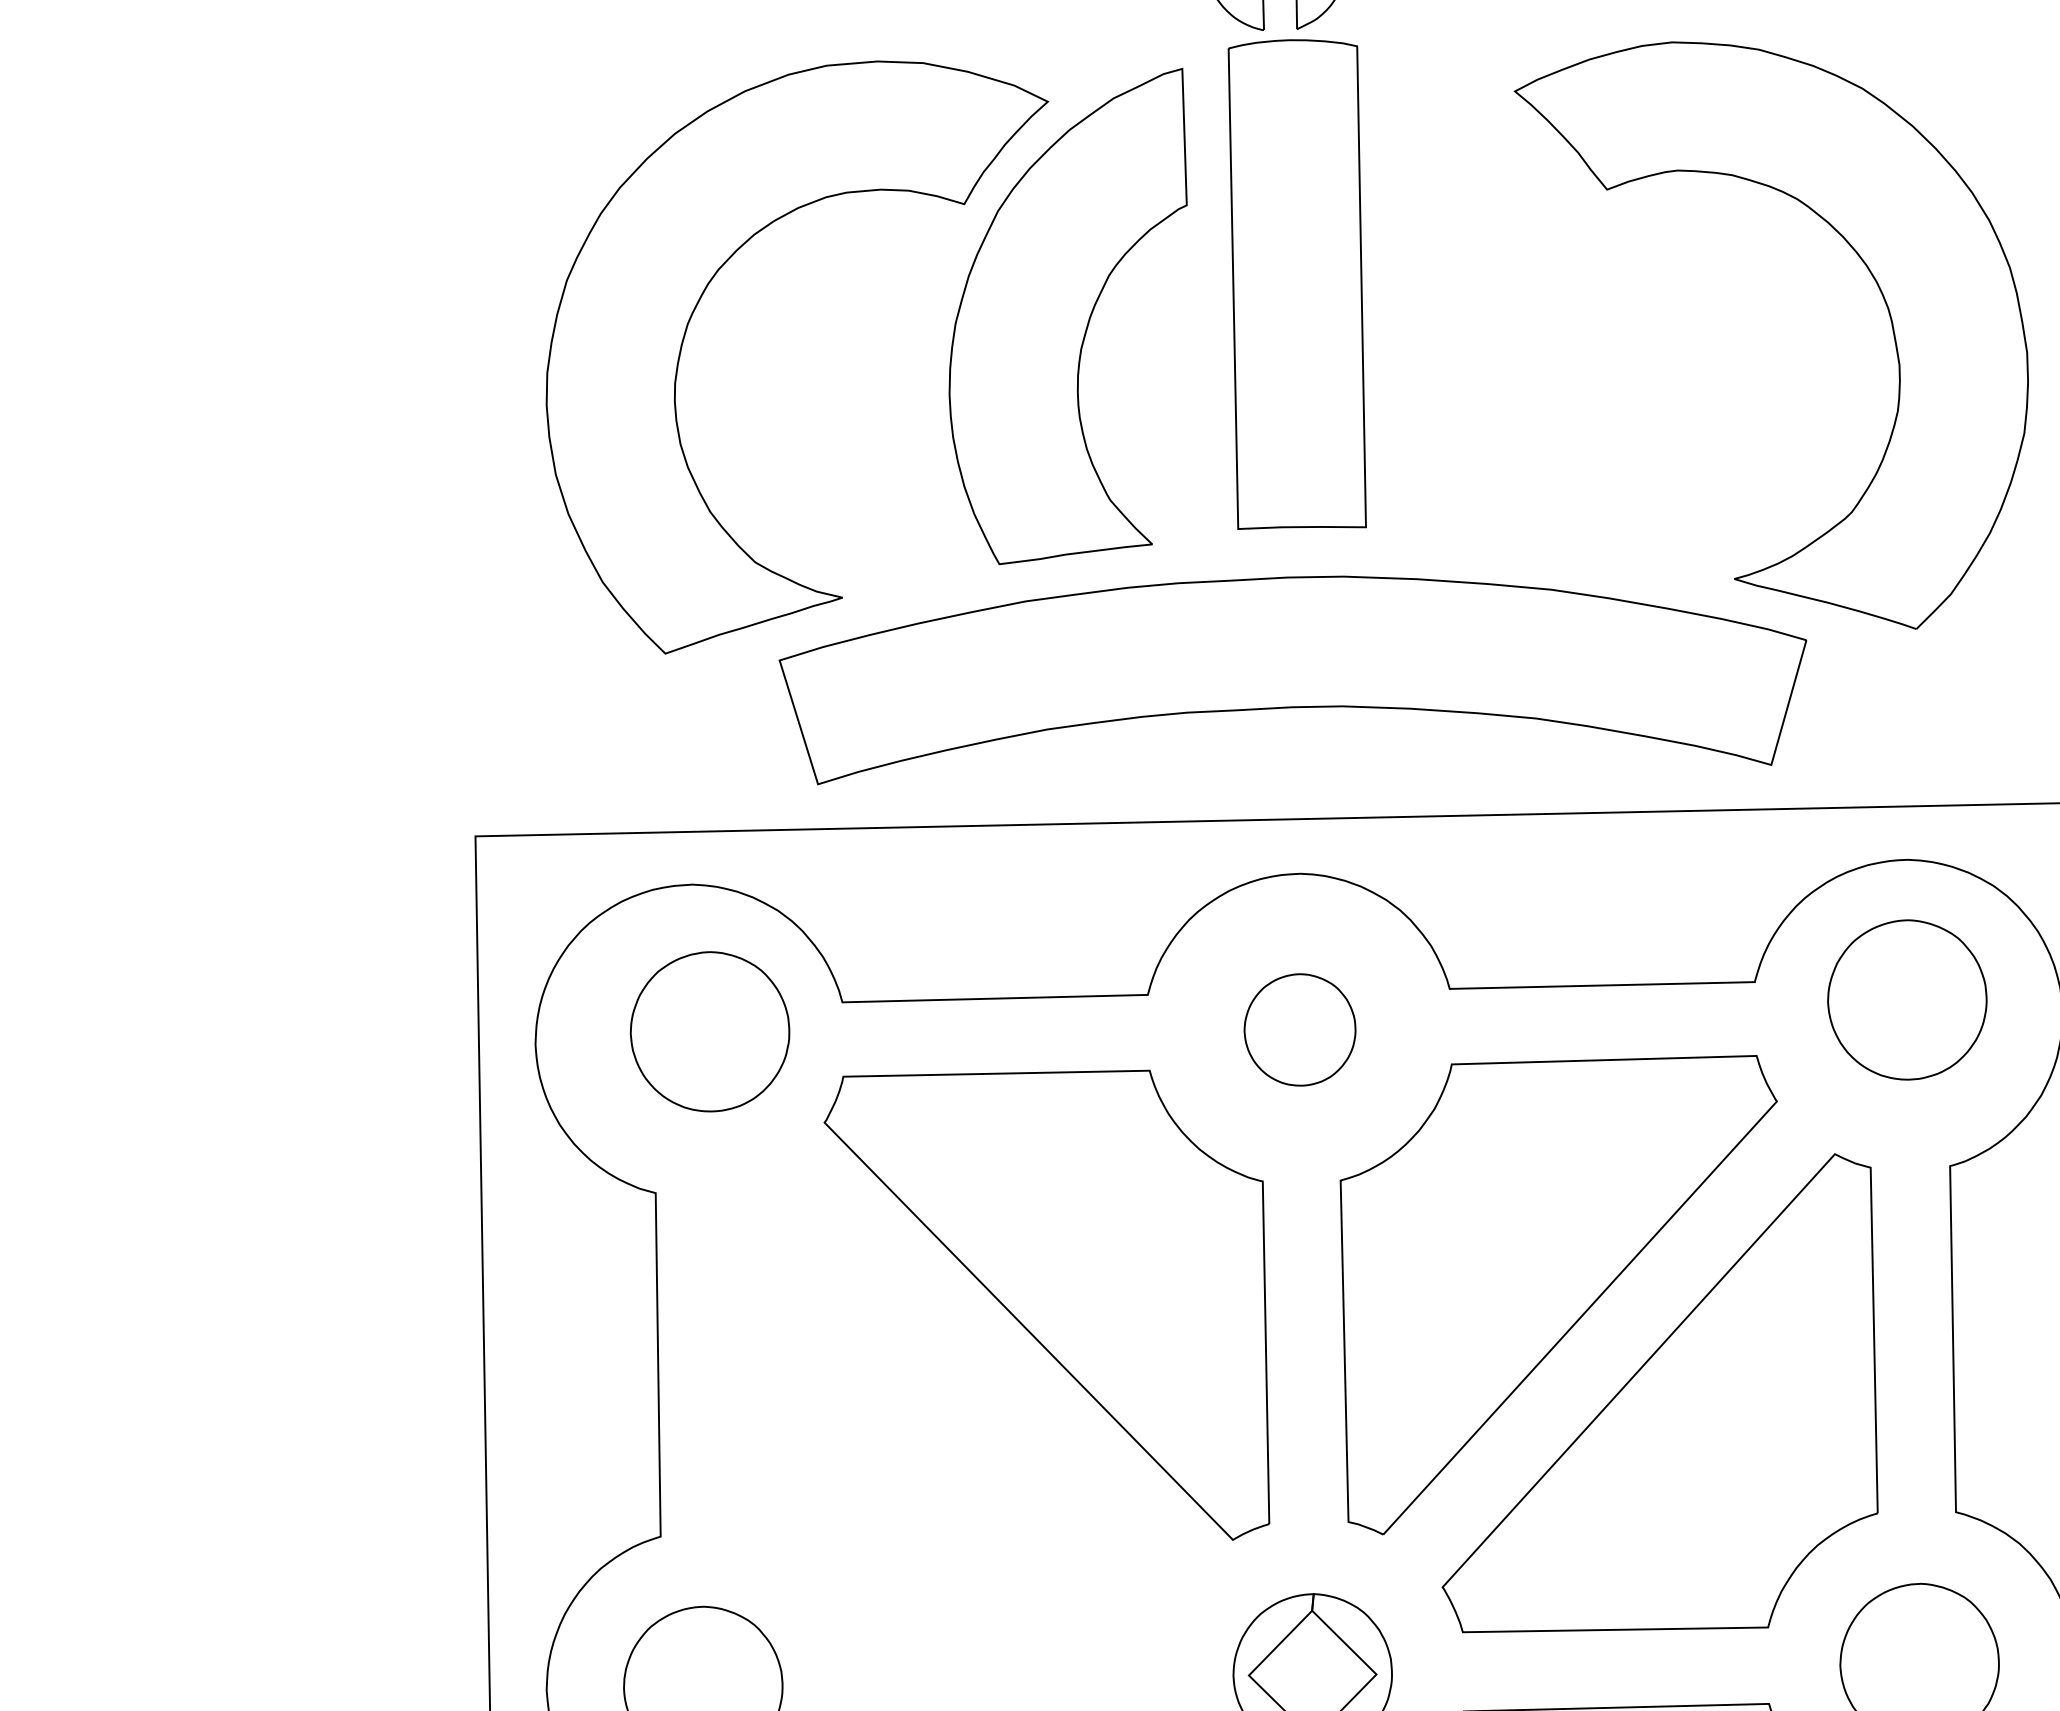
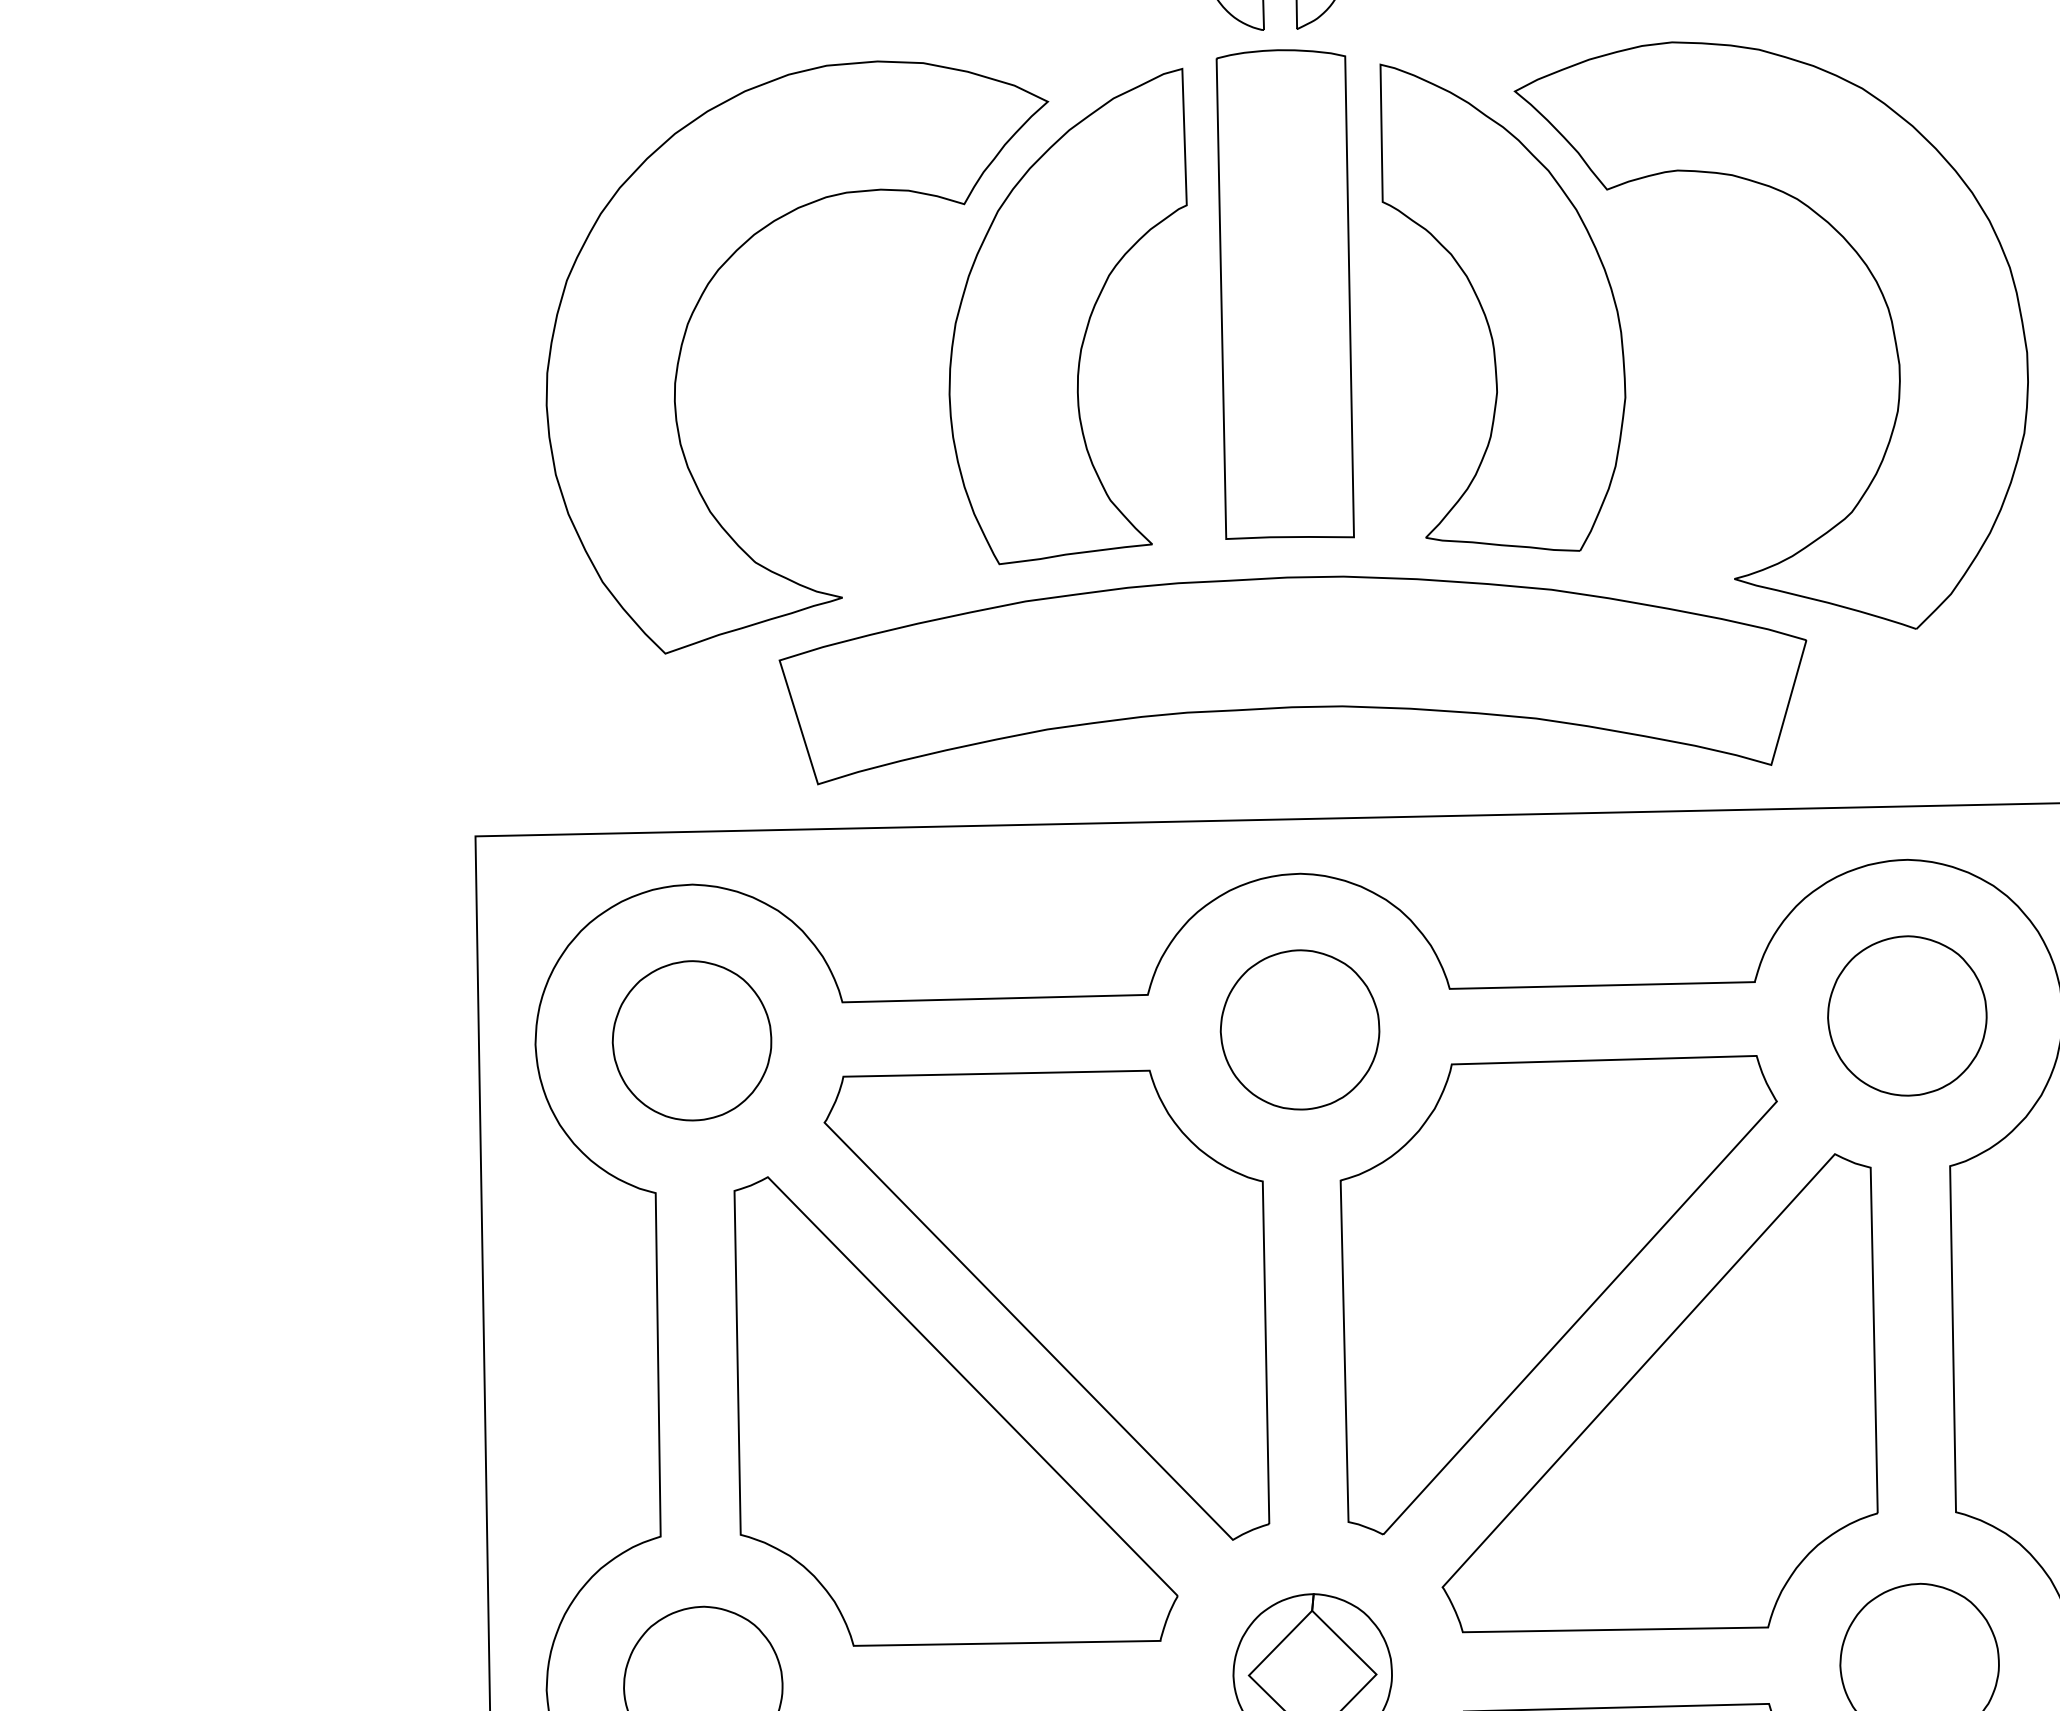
part at (1296, 284) position: (1296, 284) -> (1284, 294)
part at (1502, 307): none -> present
part at (1907, 999) position: (1907, 999) -> (1907, 1015)
part at (1299, 1029) size: 114x114 px -> 162x162 px
part at (709, 1031) position: (709, 1031) -> (691, 1040)
part at (955, 1411): none -> present
